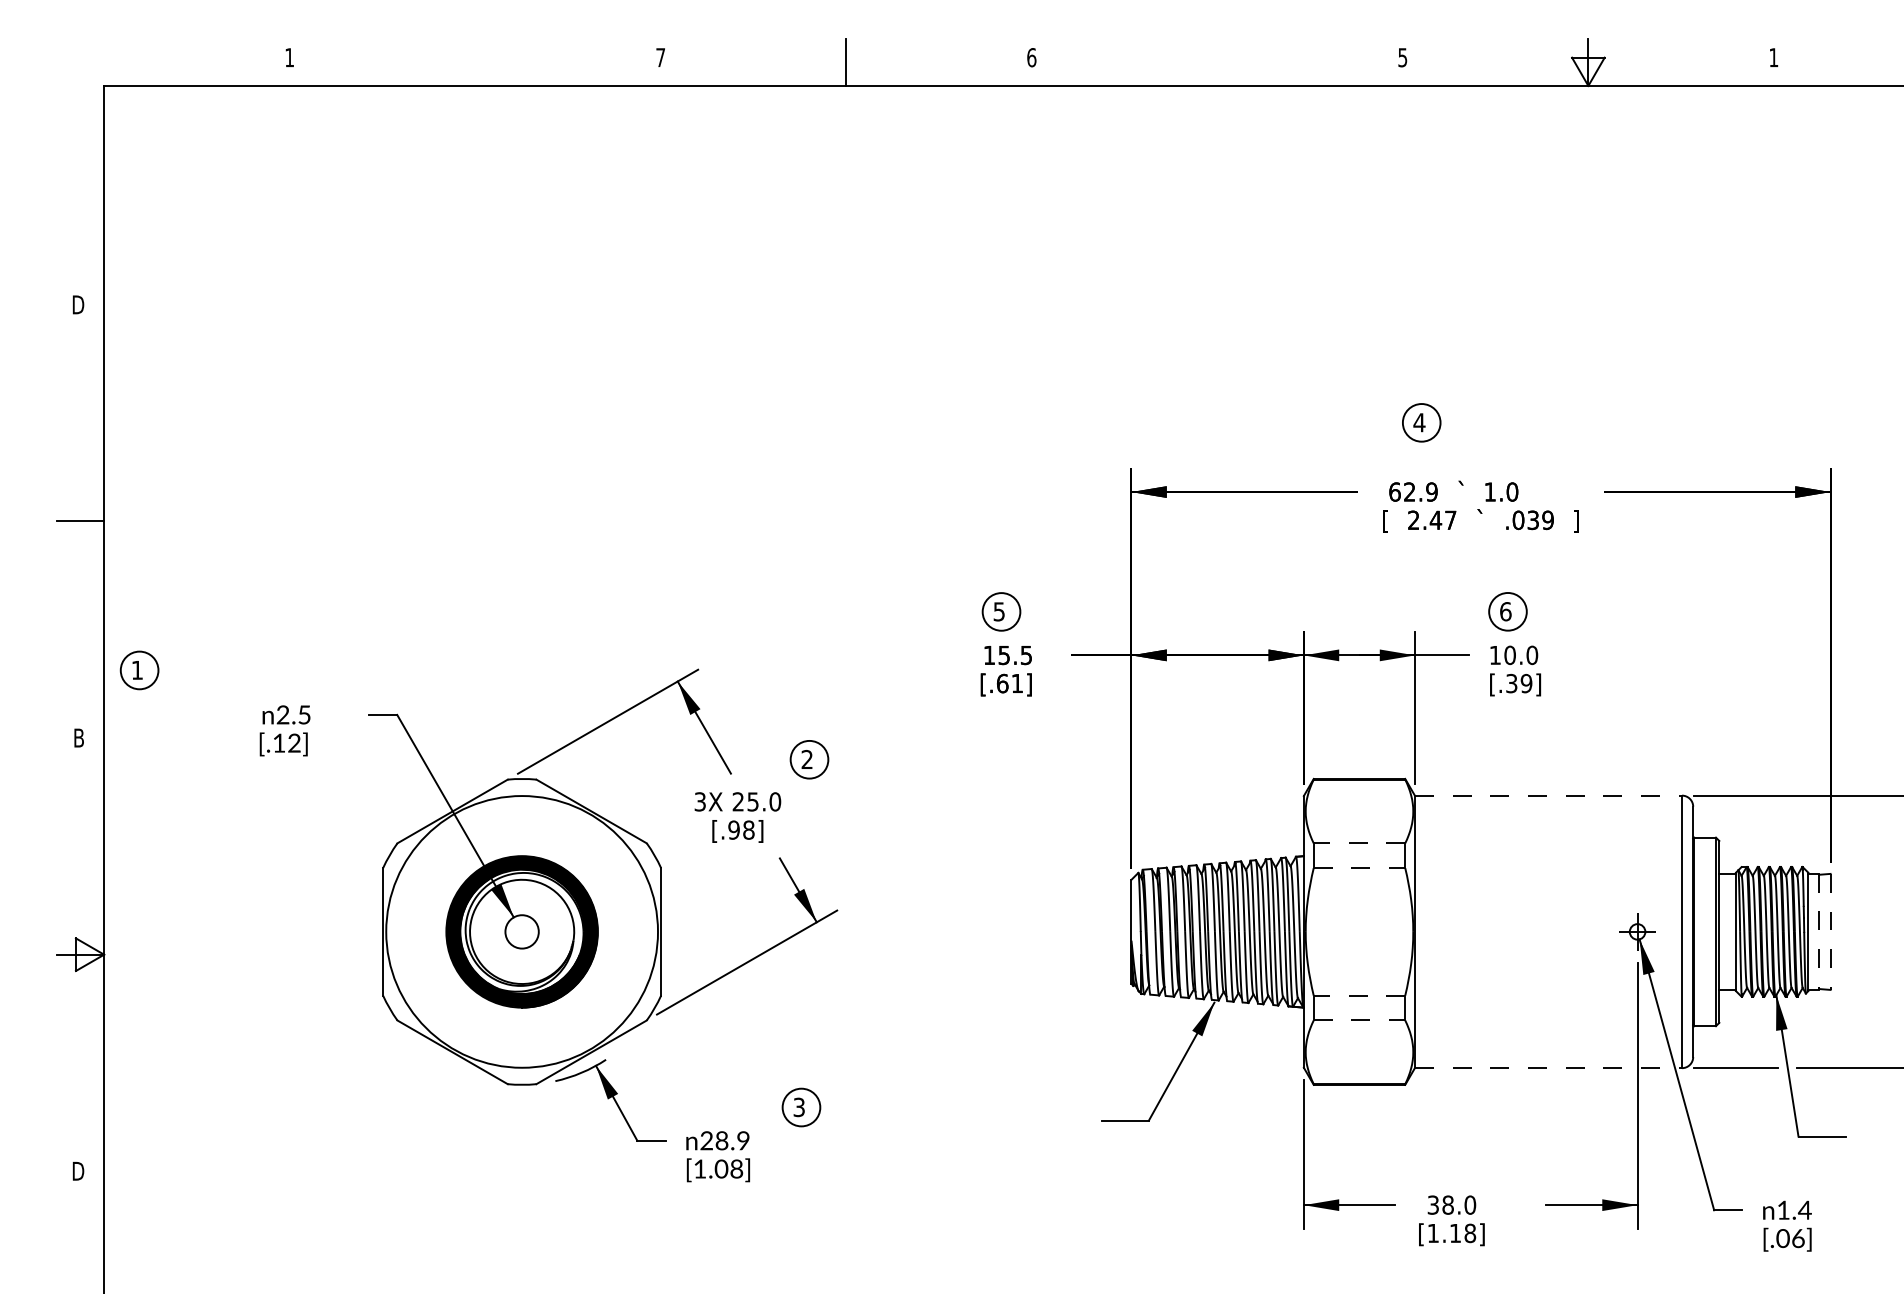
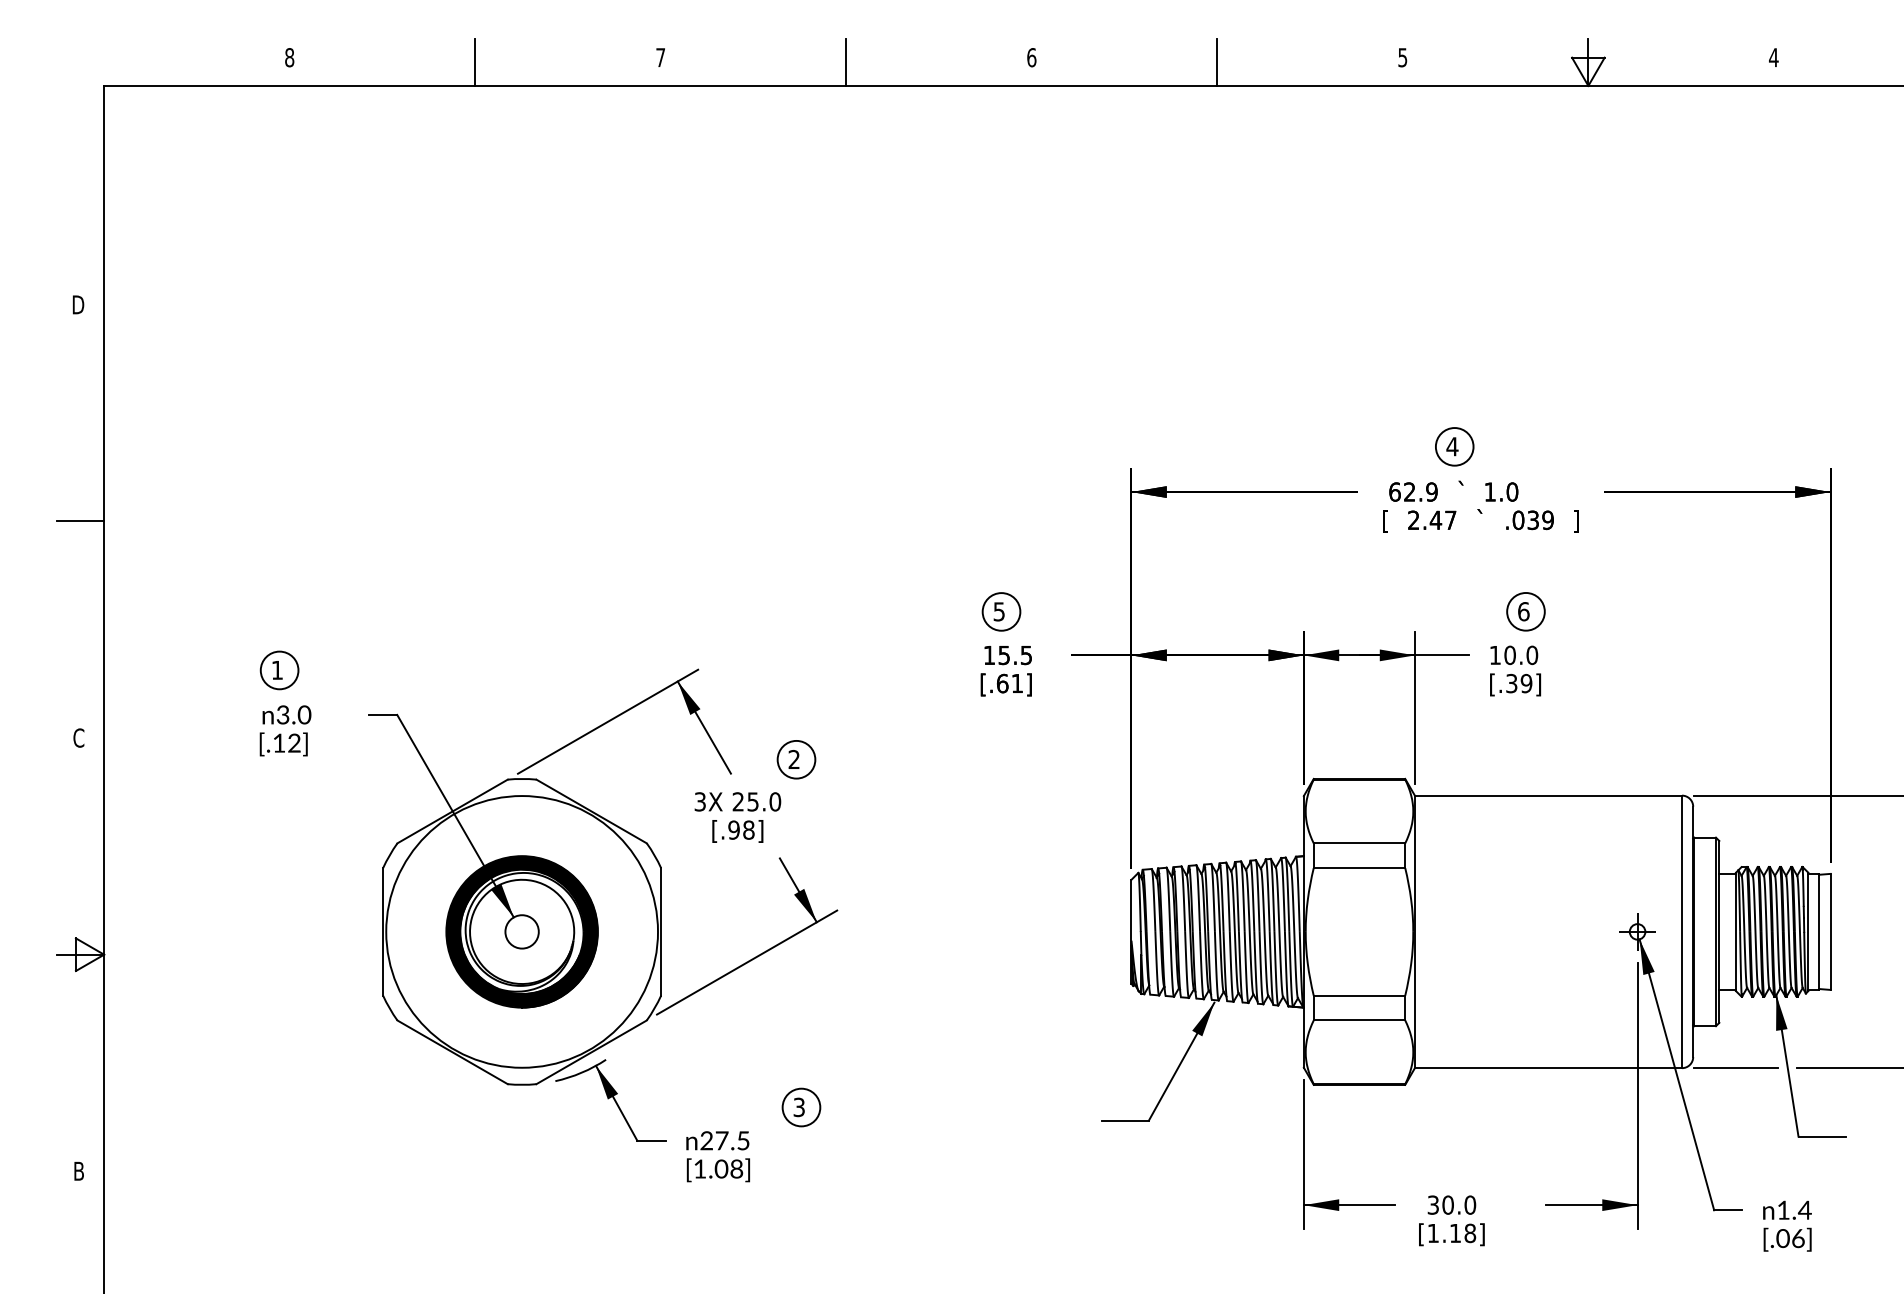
text at (289, 57): 1 -> 8
text at (1773, 57): 1 -> 4
line at (475, 61): none -> present
line at (1217, 61): none -> present
part at (1421, 422) position: (1421, 422) -> (1454, 446)
part at (1507, 611) position: (1507, 611) -> (1525, 611)
part at (139, 670) position: (139, 670) -> (279, 670)
text at (293, 714): 2.5 -> 3.0
text at (78, 737): B -> C
part at (809, 759) position: (809, 759) -> (796, 759)
line at (1549, 795): dashed -> solid
line at (1359, 843): dashed -> solid
line at (1359, 868): dashed -> solid
line at (1819, 932): dashed -> solid
line at (1830, 932): dashed -> solid
line at (1359, 995): dashed -> solid
line at (1359, 1020): dashed -> solid
line at (1549, 1068): dashed -> solid
text at (732, 1140): 28.9 -> 27.5
text at (78, 1170): D -> B
text at (1447, 1204): 38.0 -> 30.0
